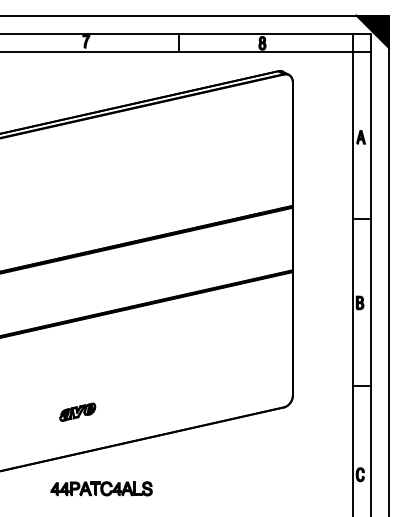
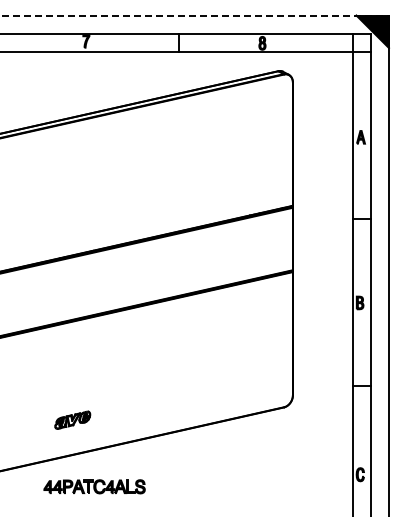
line at (195, 15): solid -> dashed
part at (77, 411) position: (77, 411) -> (72, 419)
part at (101, 488) position: (101, 488) -> (94, 486)
